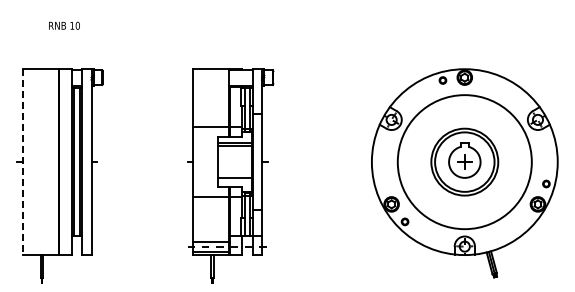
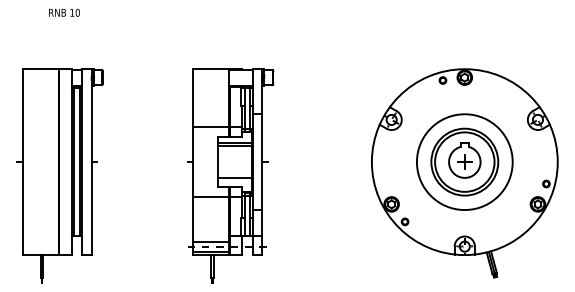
text at (64, 25) position: (64, 25) -> (64, 12)
line at (22, 162): dashed -> solid
circle at (464, 162) diameter: 134 px -> 96 px
